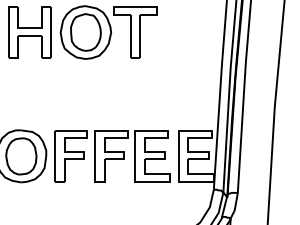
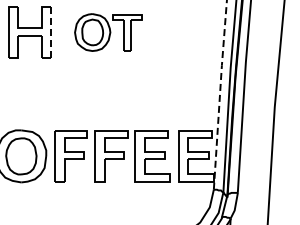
line at (51, 32): solid -> dashed
part at (108, 32) size: 99x55 px -> 69x39 px
line at (220, 94): solid -> dashed
